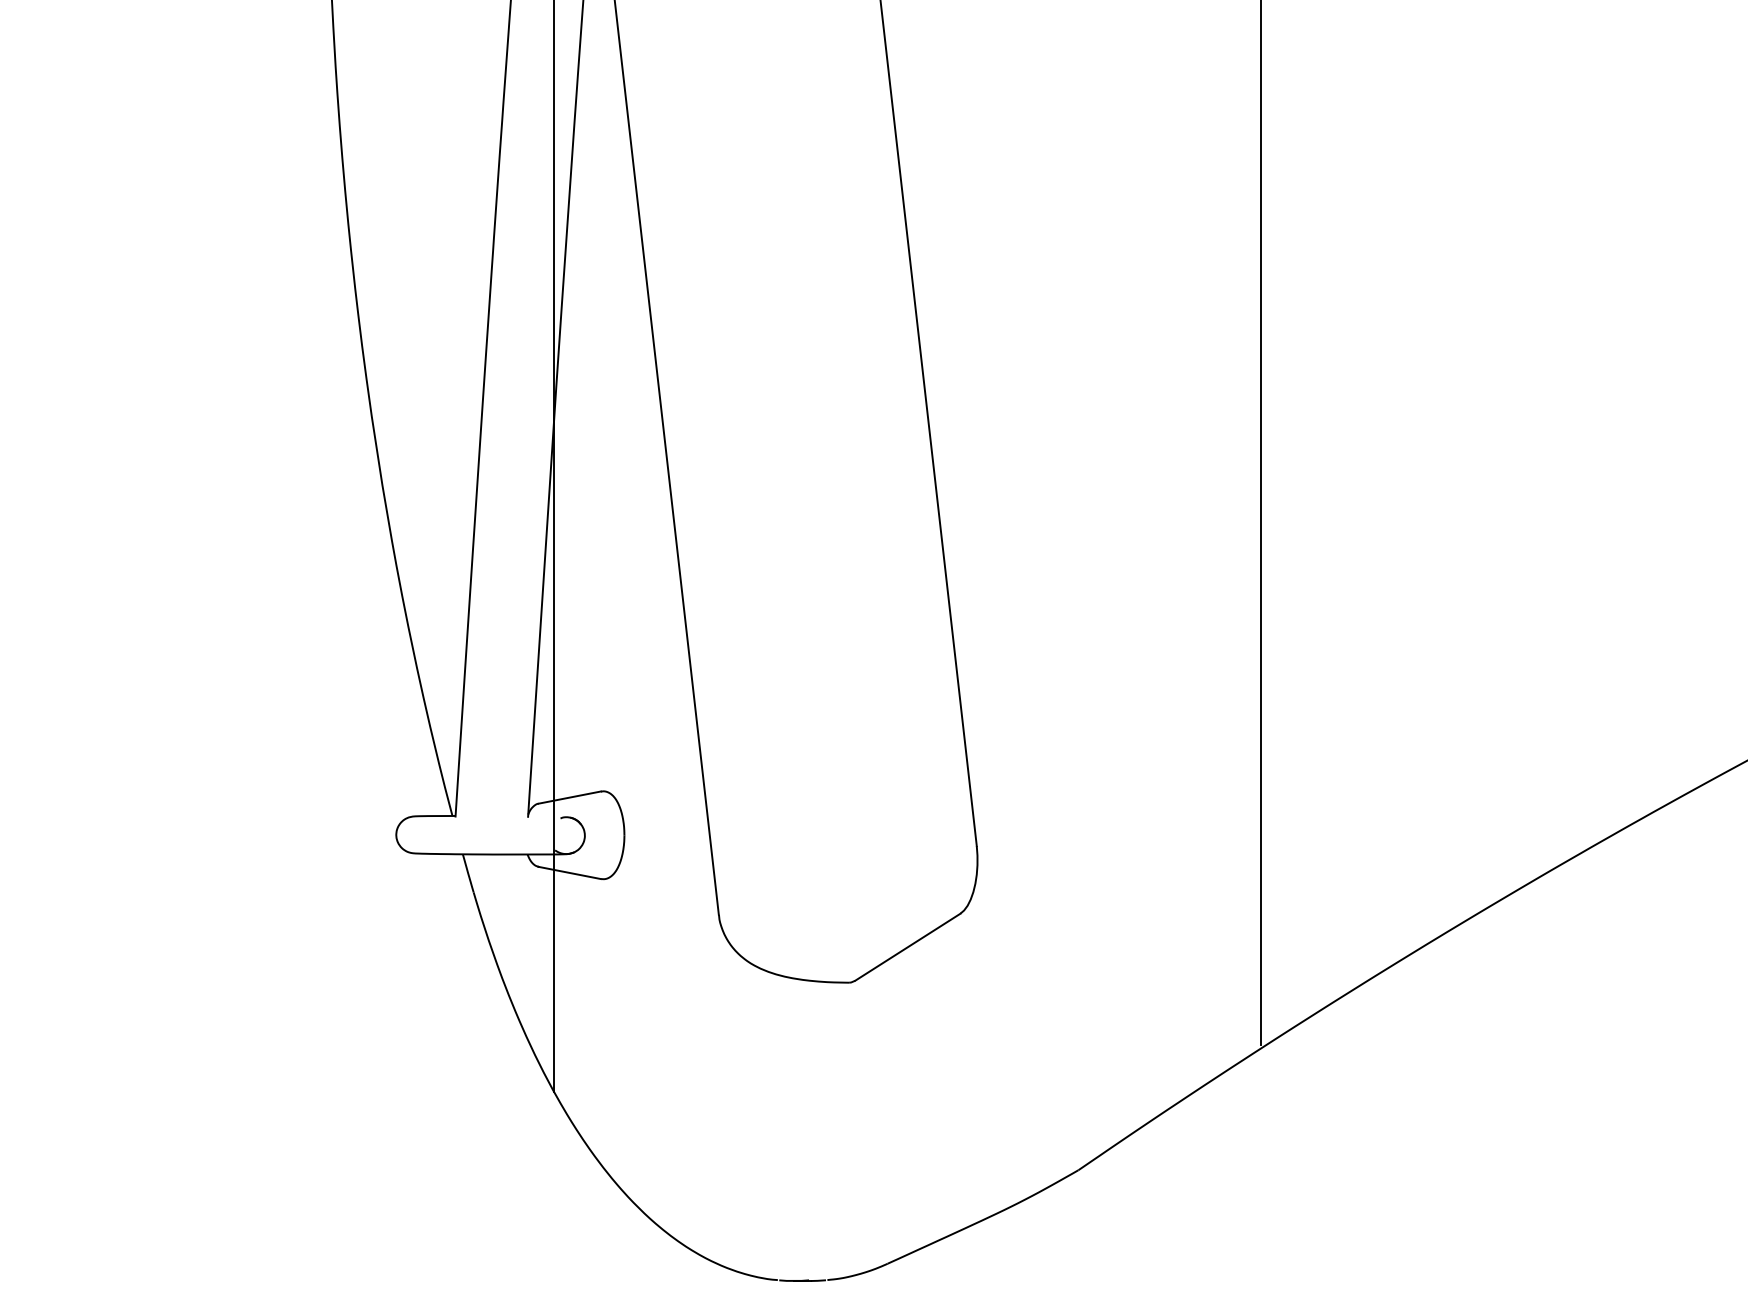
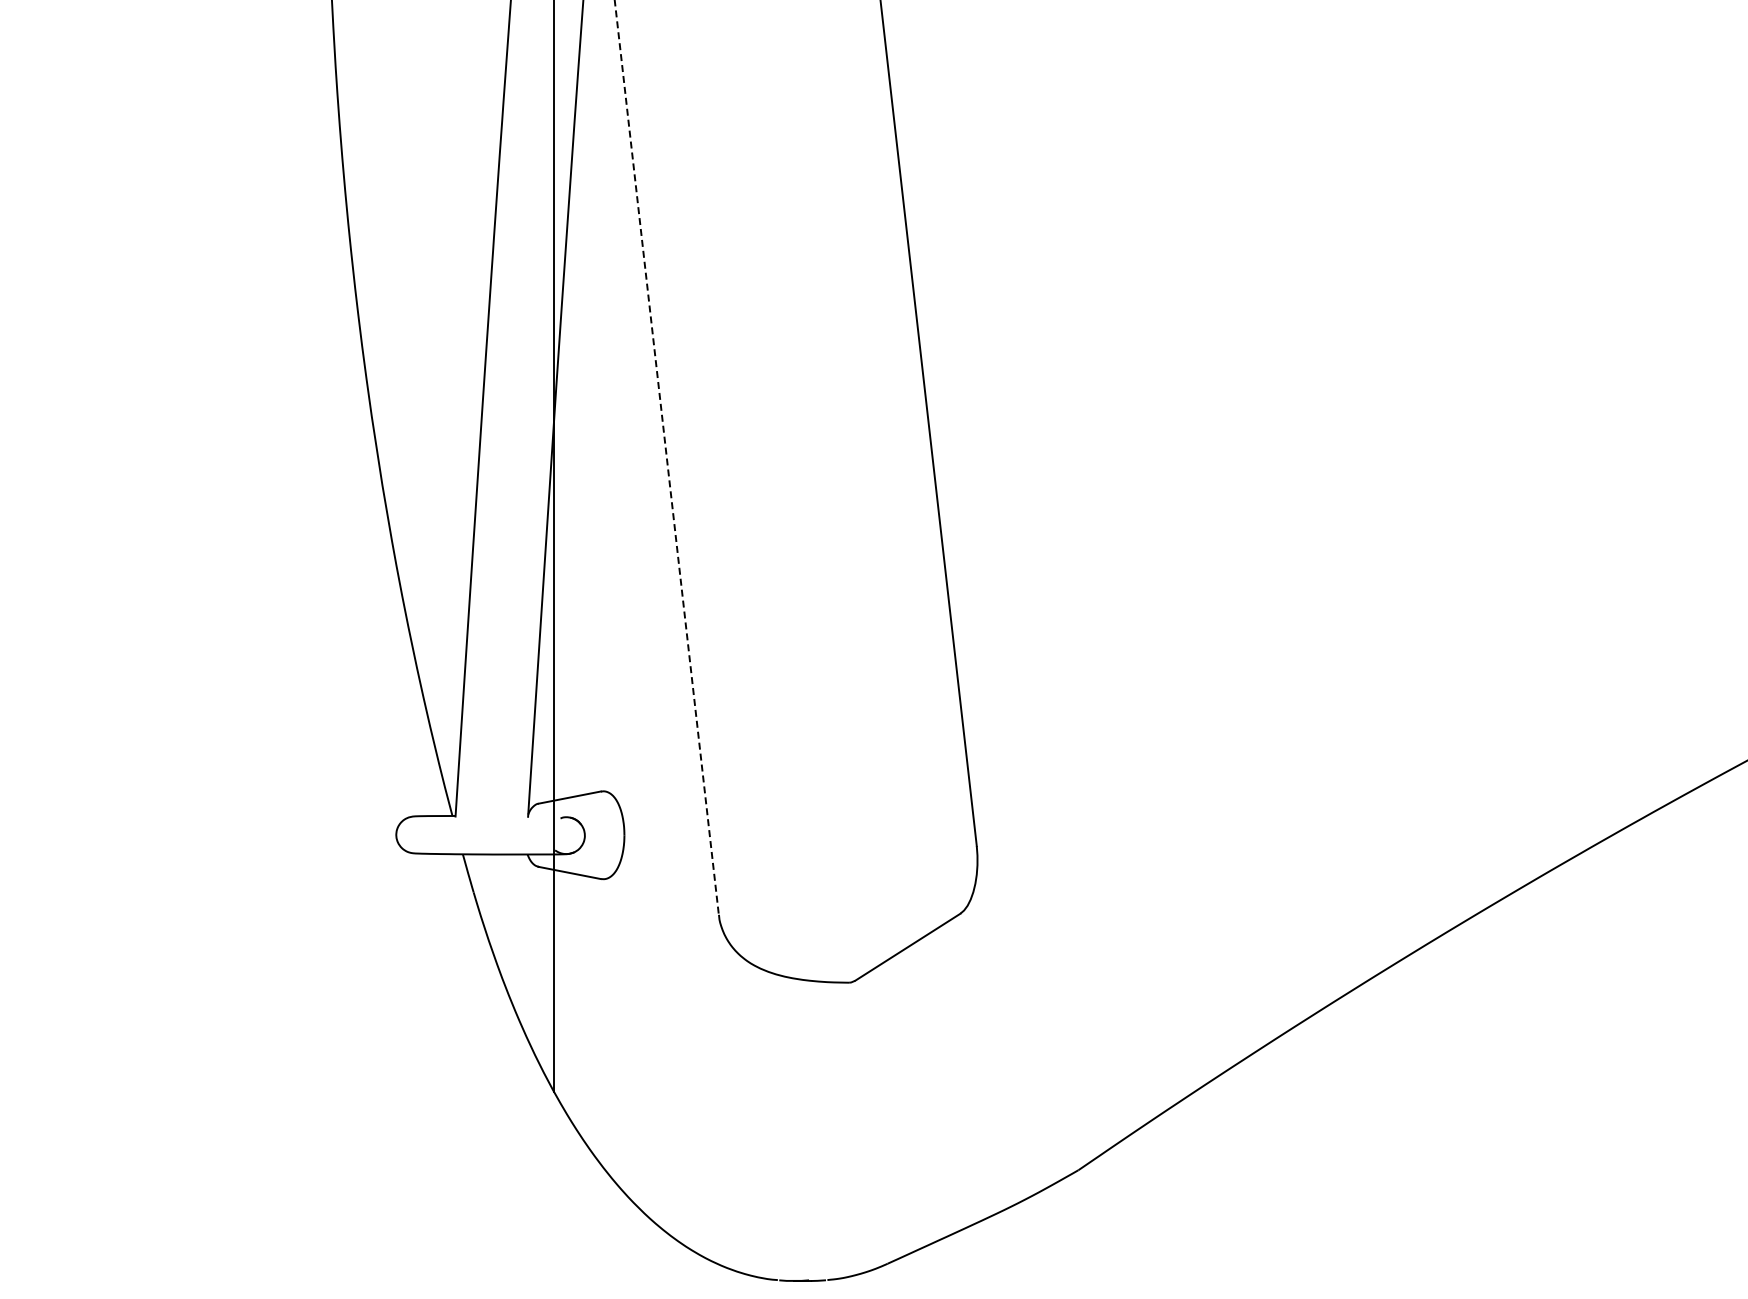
line at (666, 458): solid -> dashed
line at (1261, 523): present -> none
